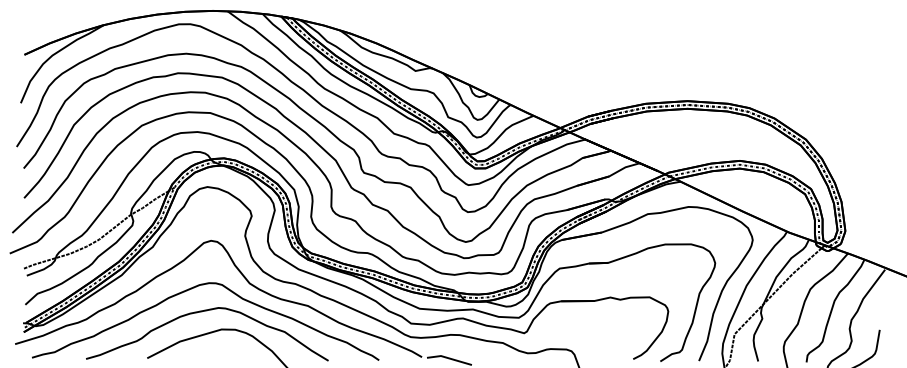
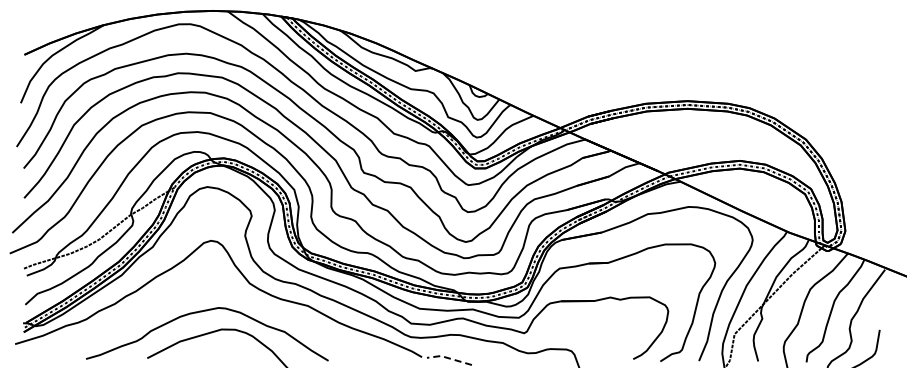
curve at (194, 288): present -> none
line at (448, 358): solid -> dashed
